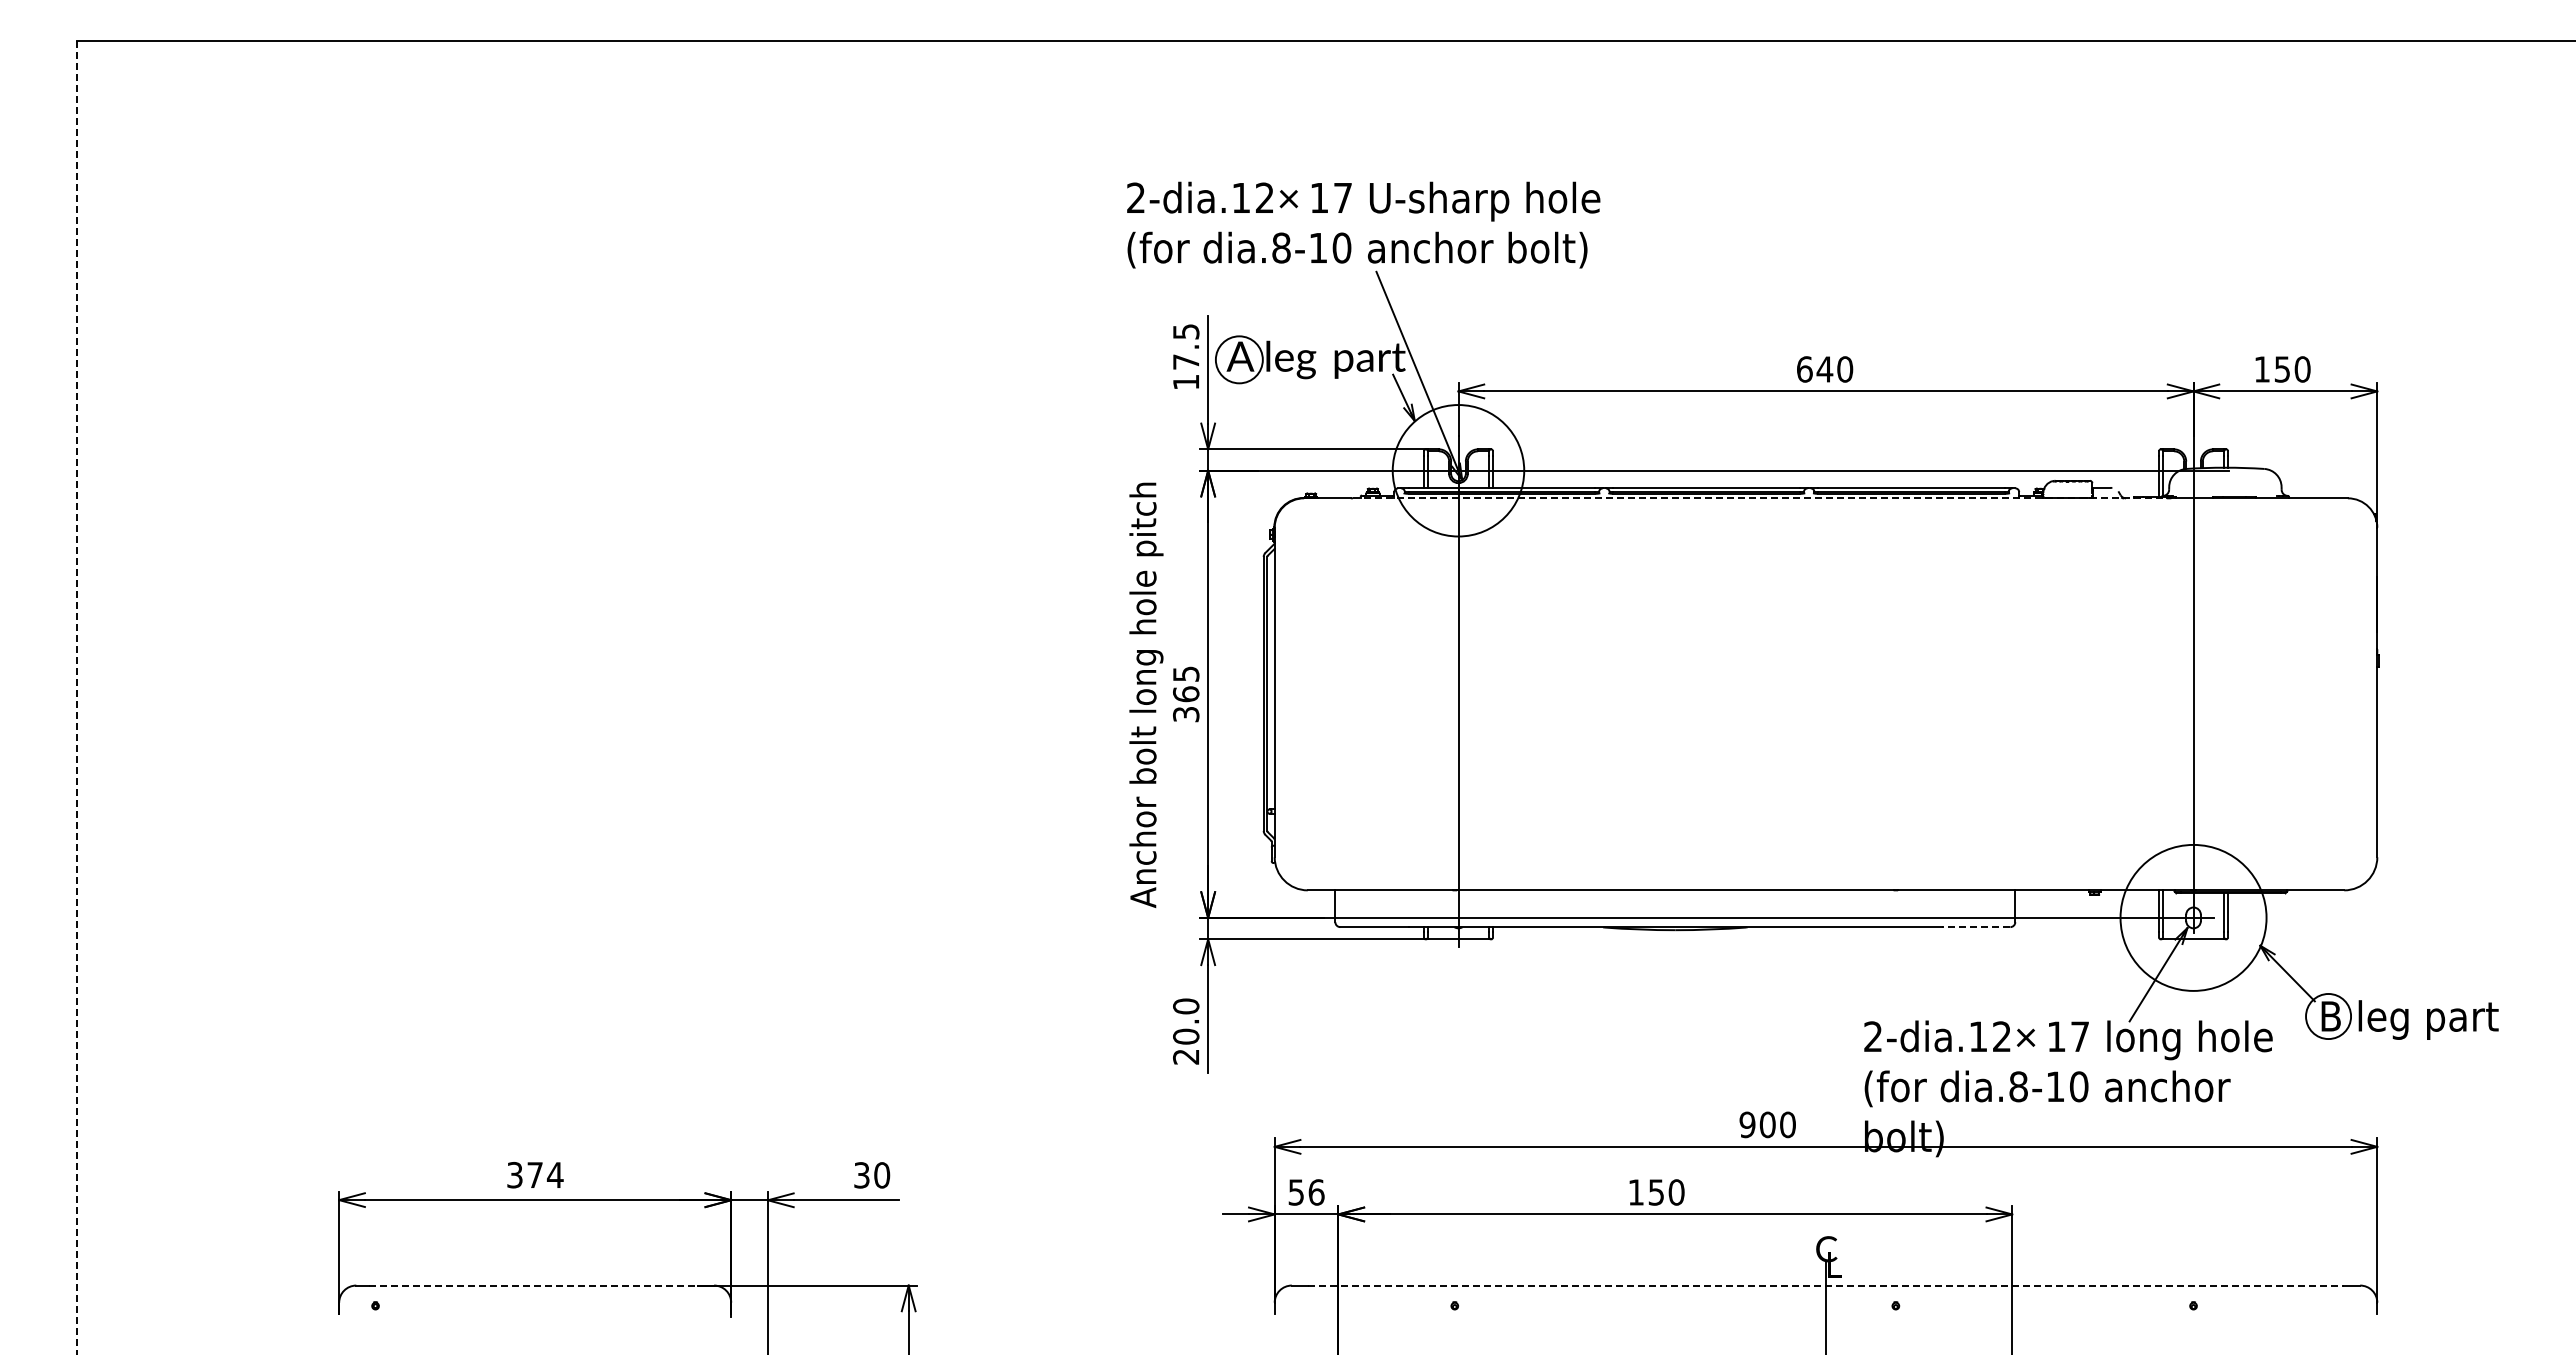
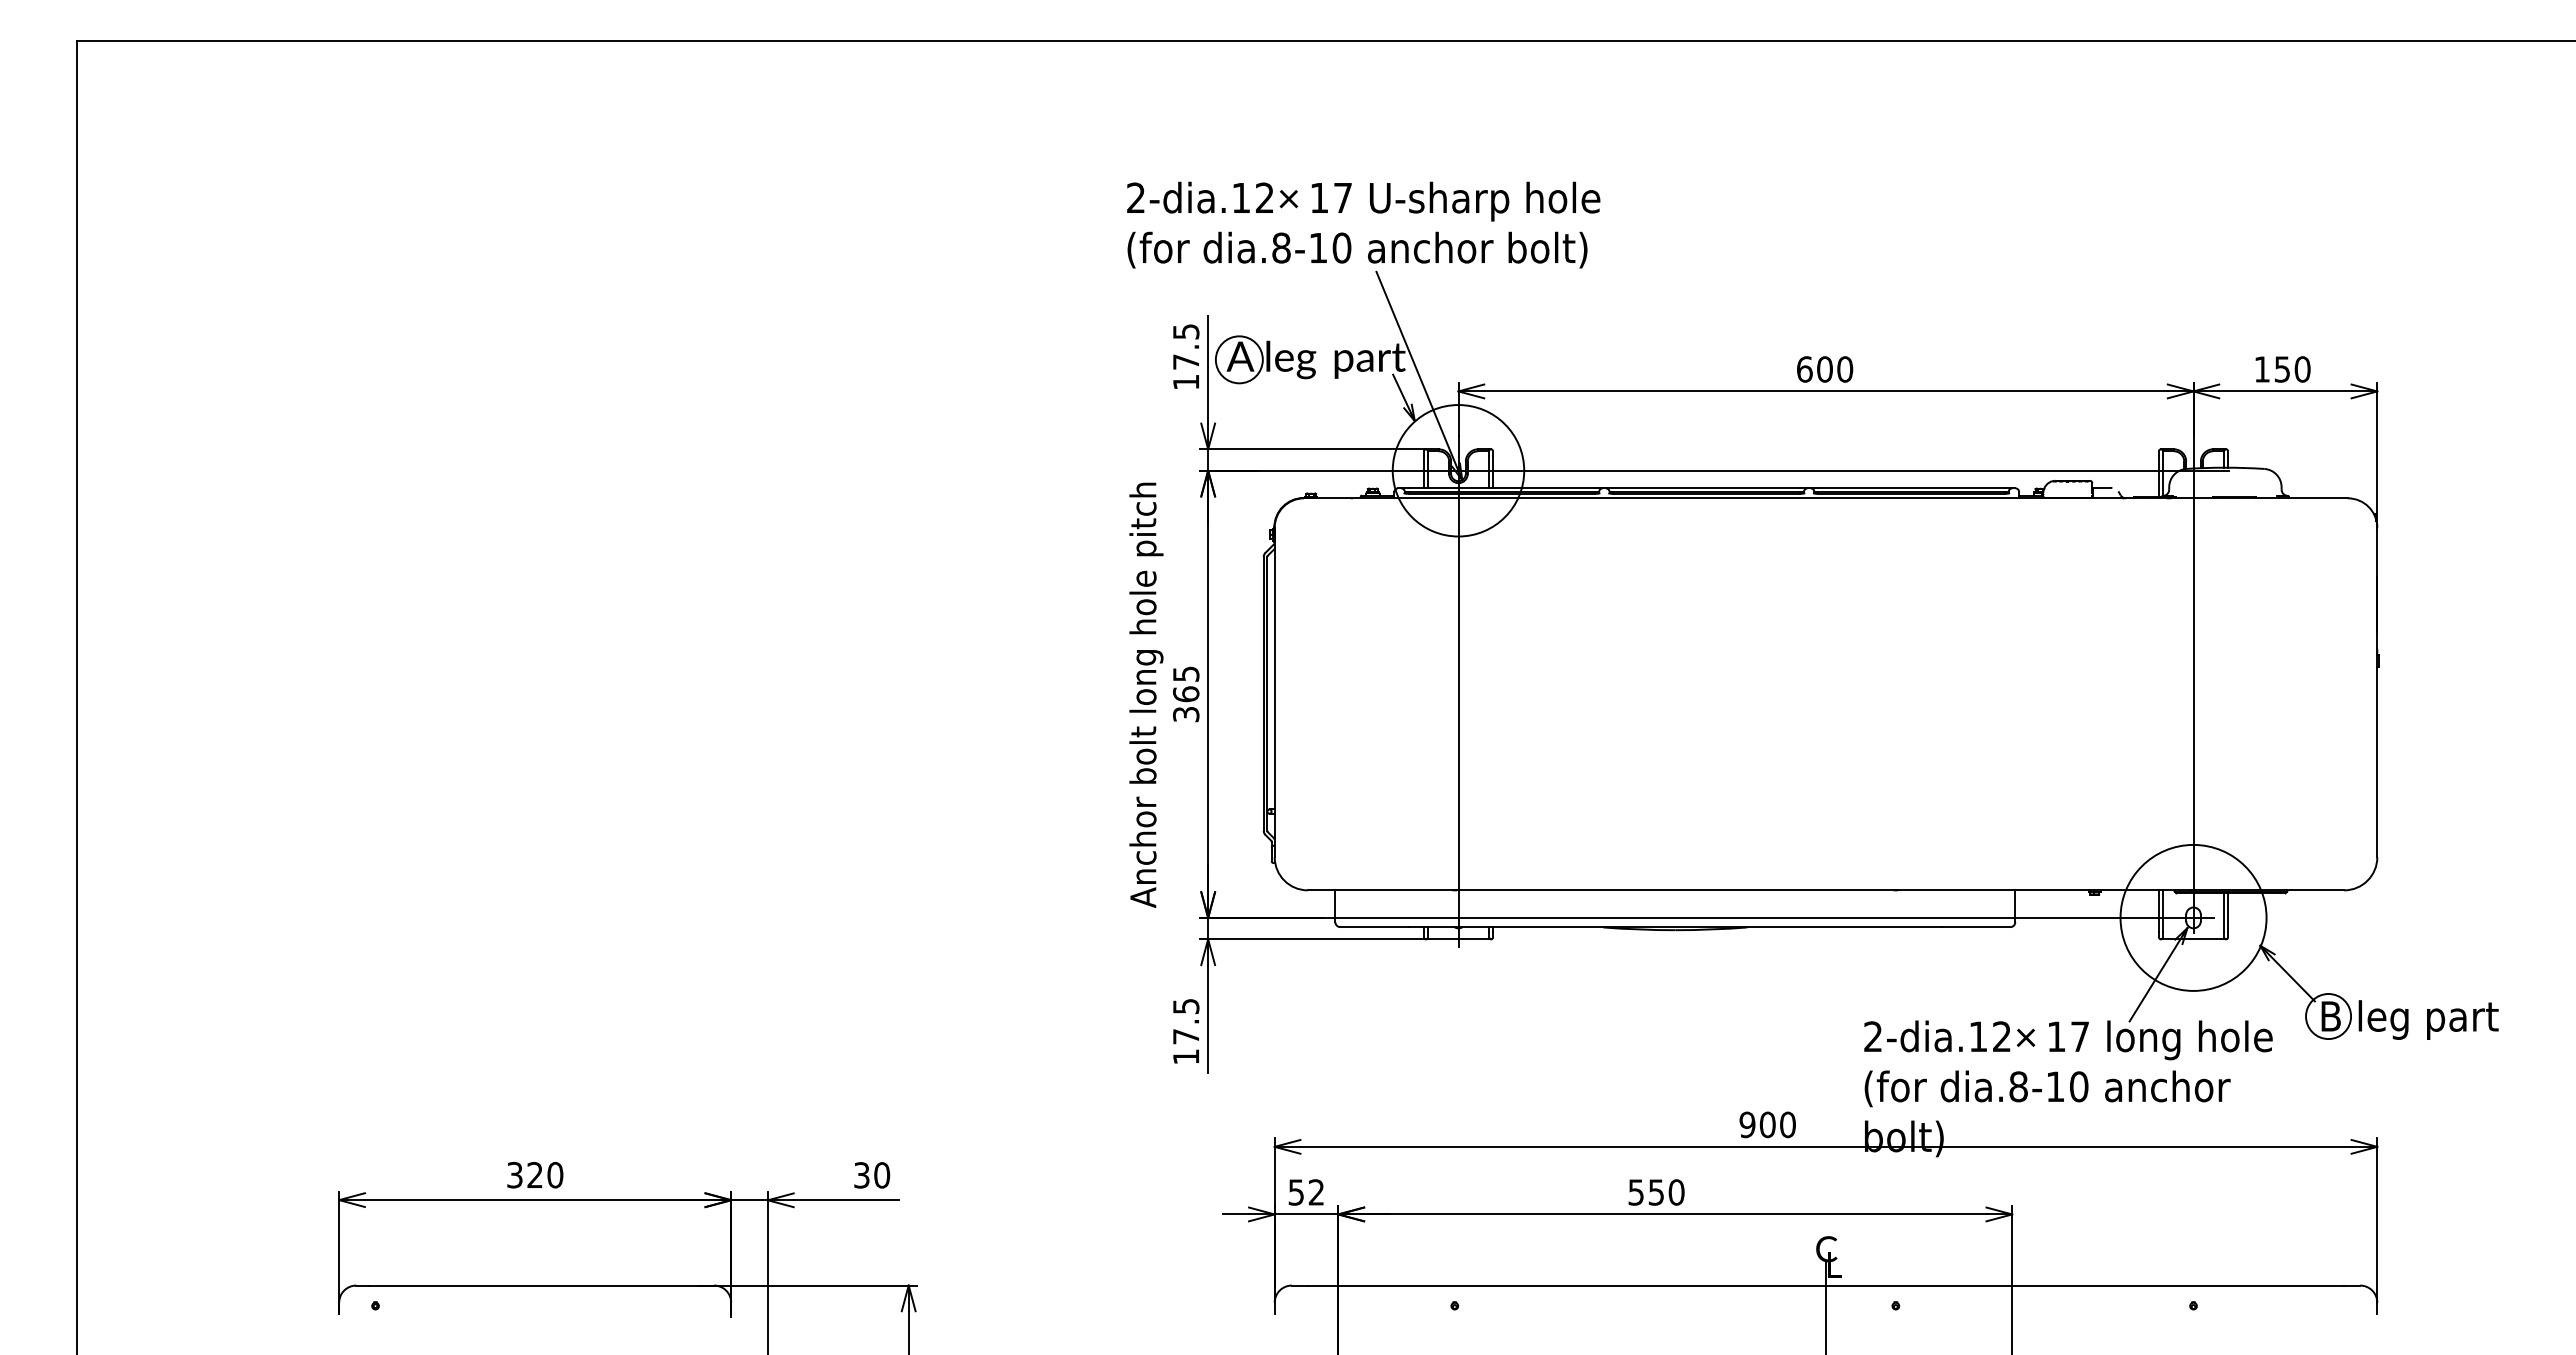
text at (1824, 369): 640 -> 600
line at (1759, 498): dashed -> solid
line at (77, 697): dashed -> solid
line at (1975, 927): dashed -> solid
text at (1186, 1031): 20.0 -> 17.5
text at (545, 1175): 374 -> 320
text at (1316, 1192): 56 -> 52
text at (1635, 1192): 150 -> 550
line at (533, 1285): dashed -> solid
line at (1826, 1285): dashed -> solid
